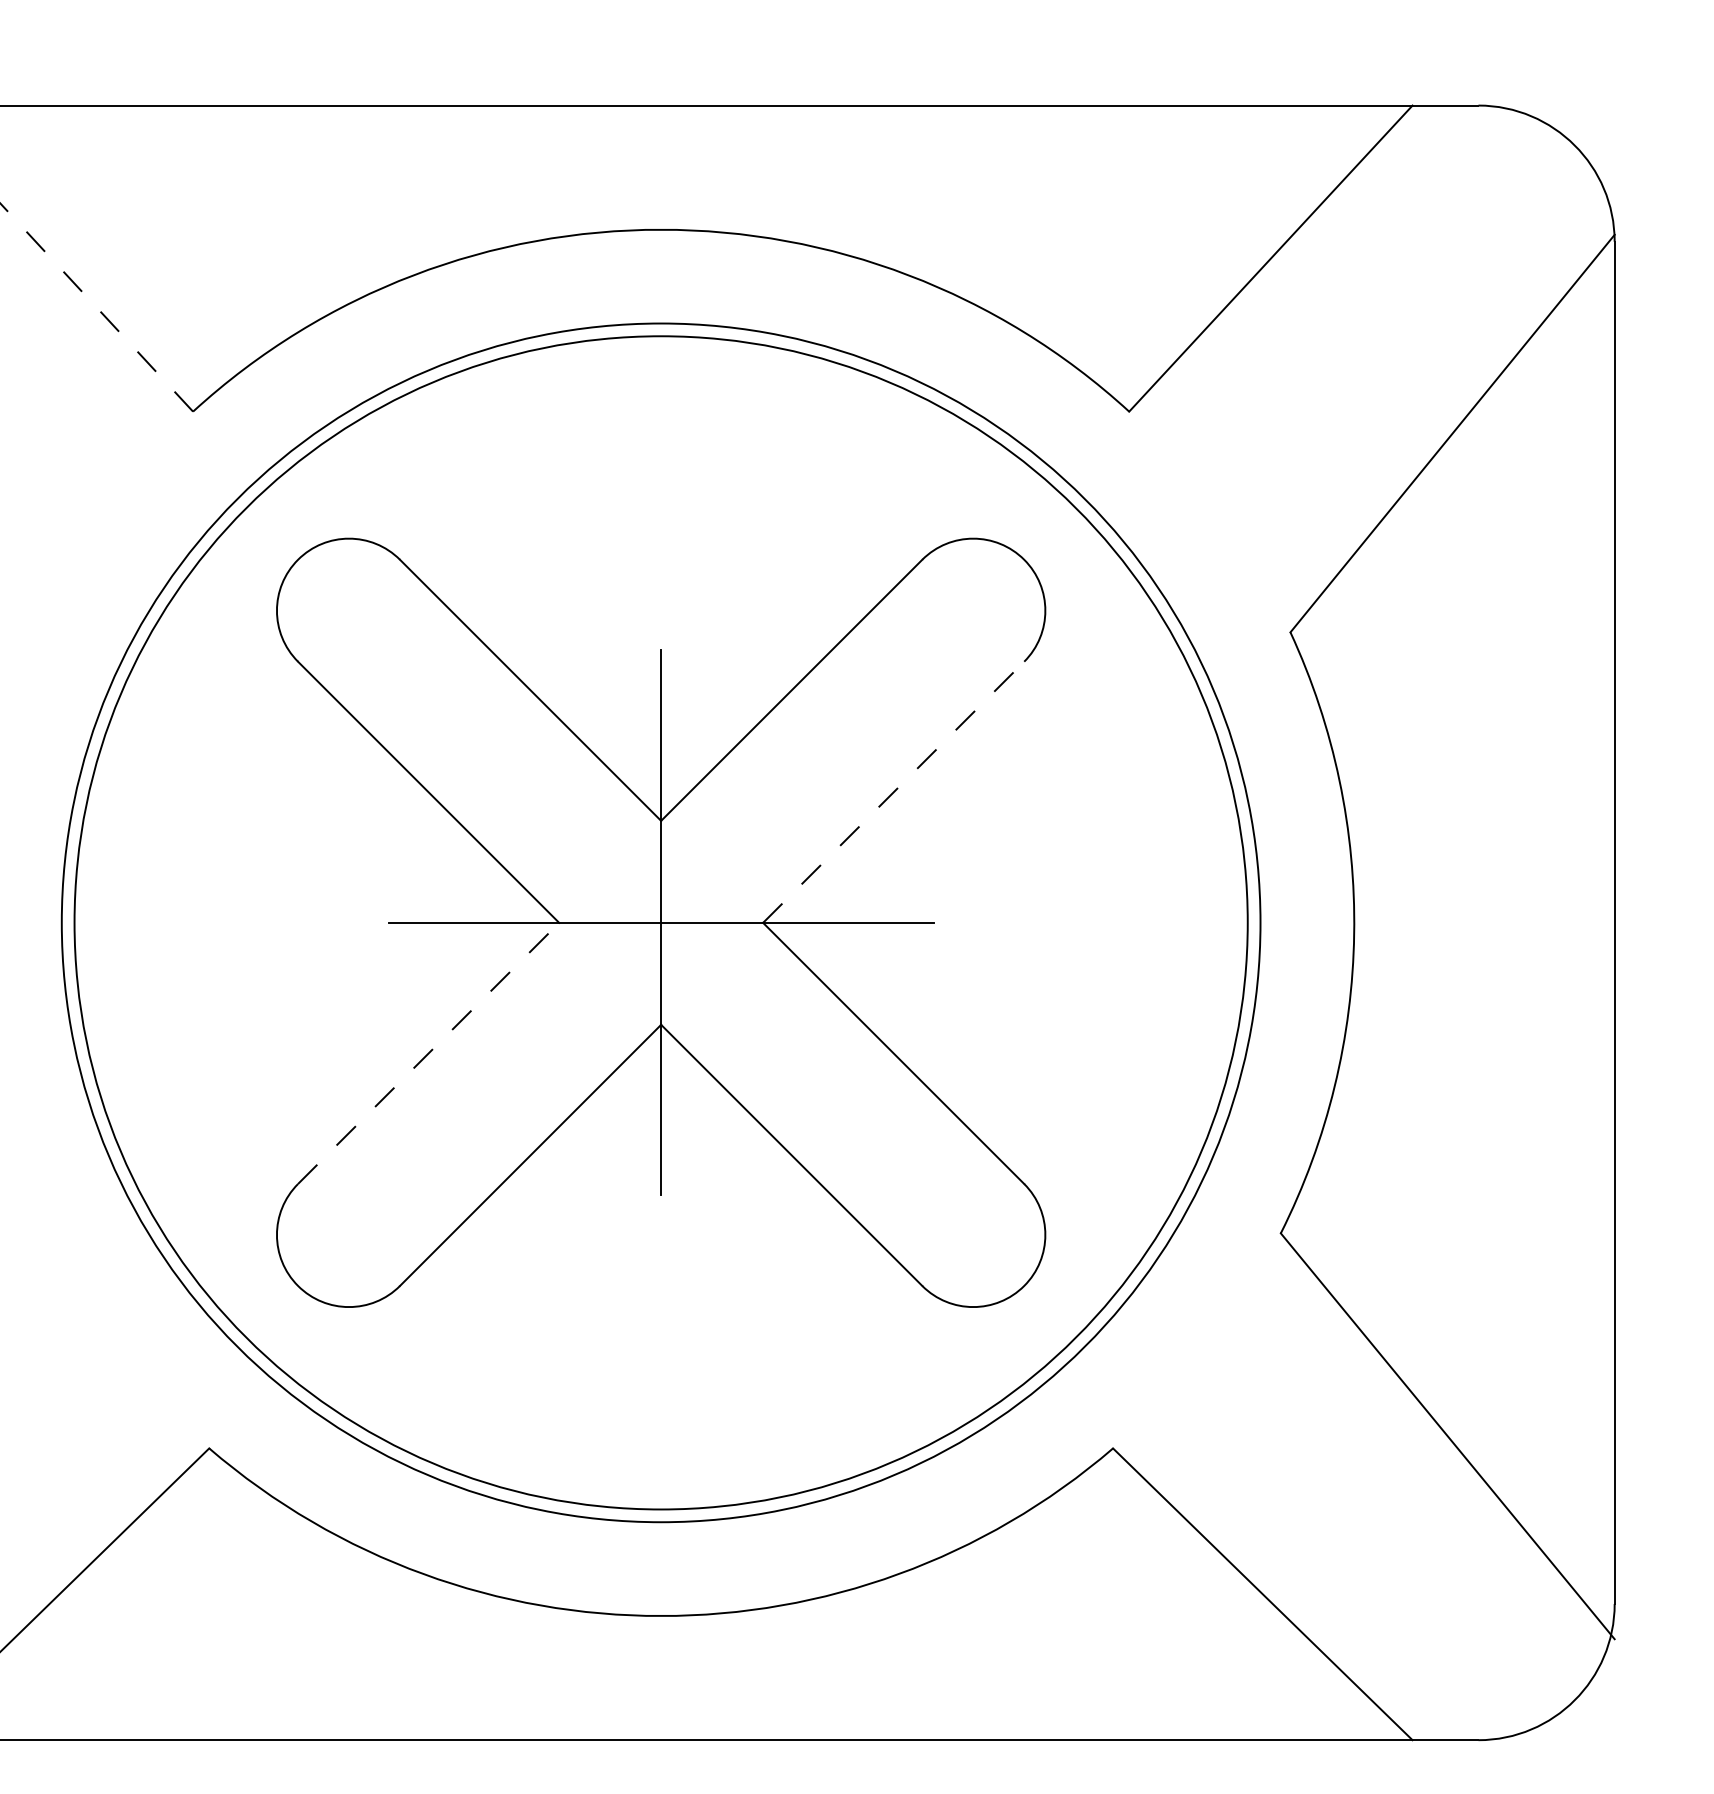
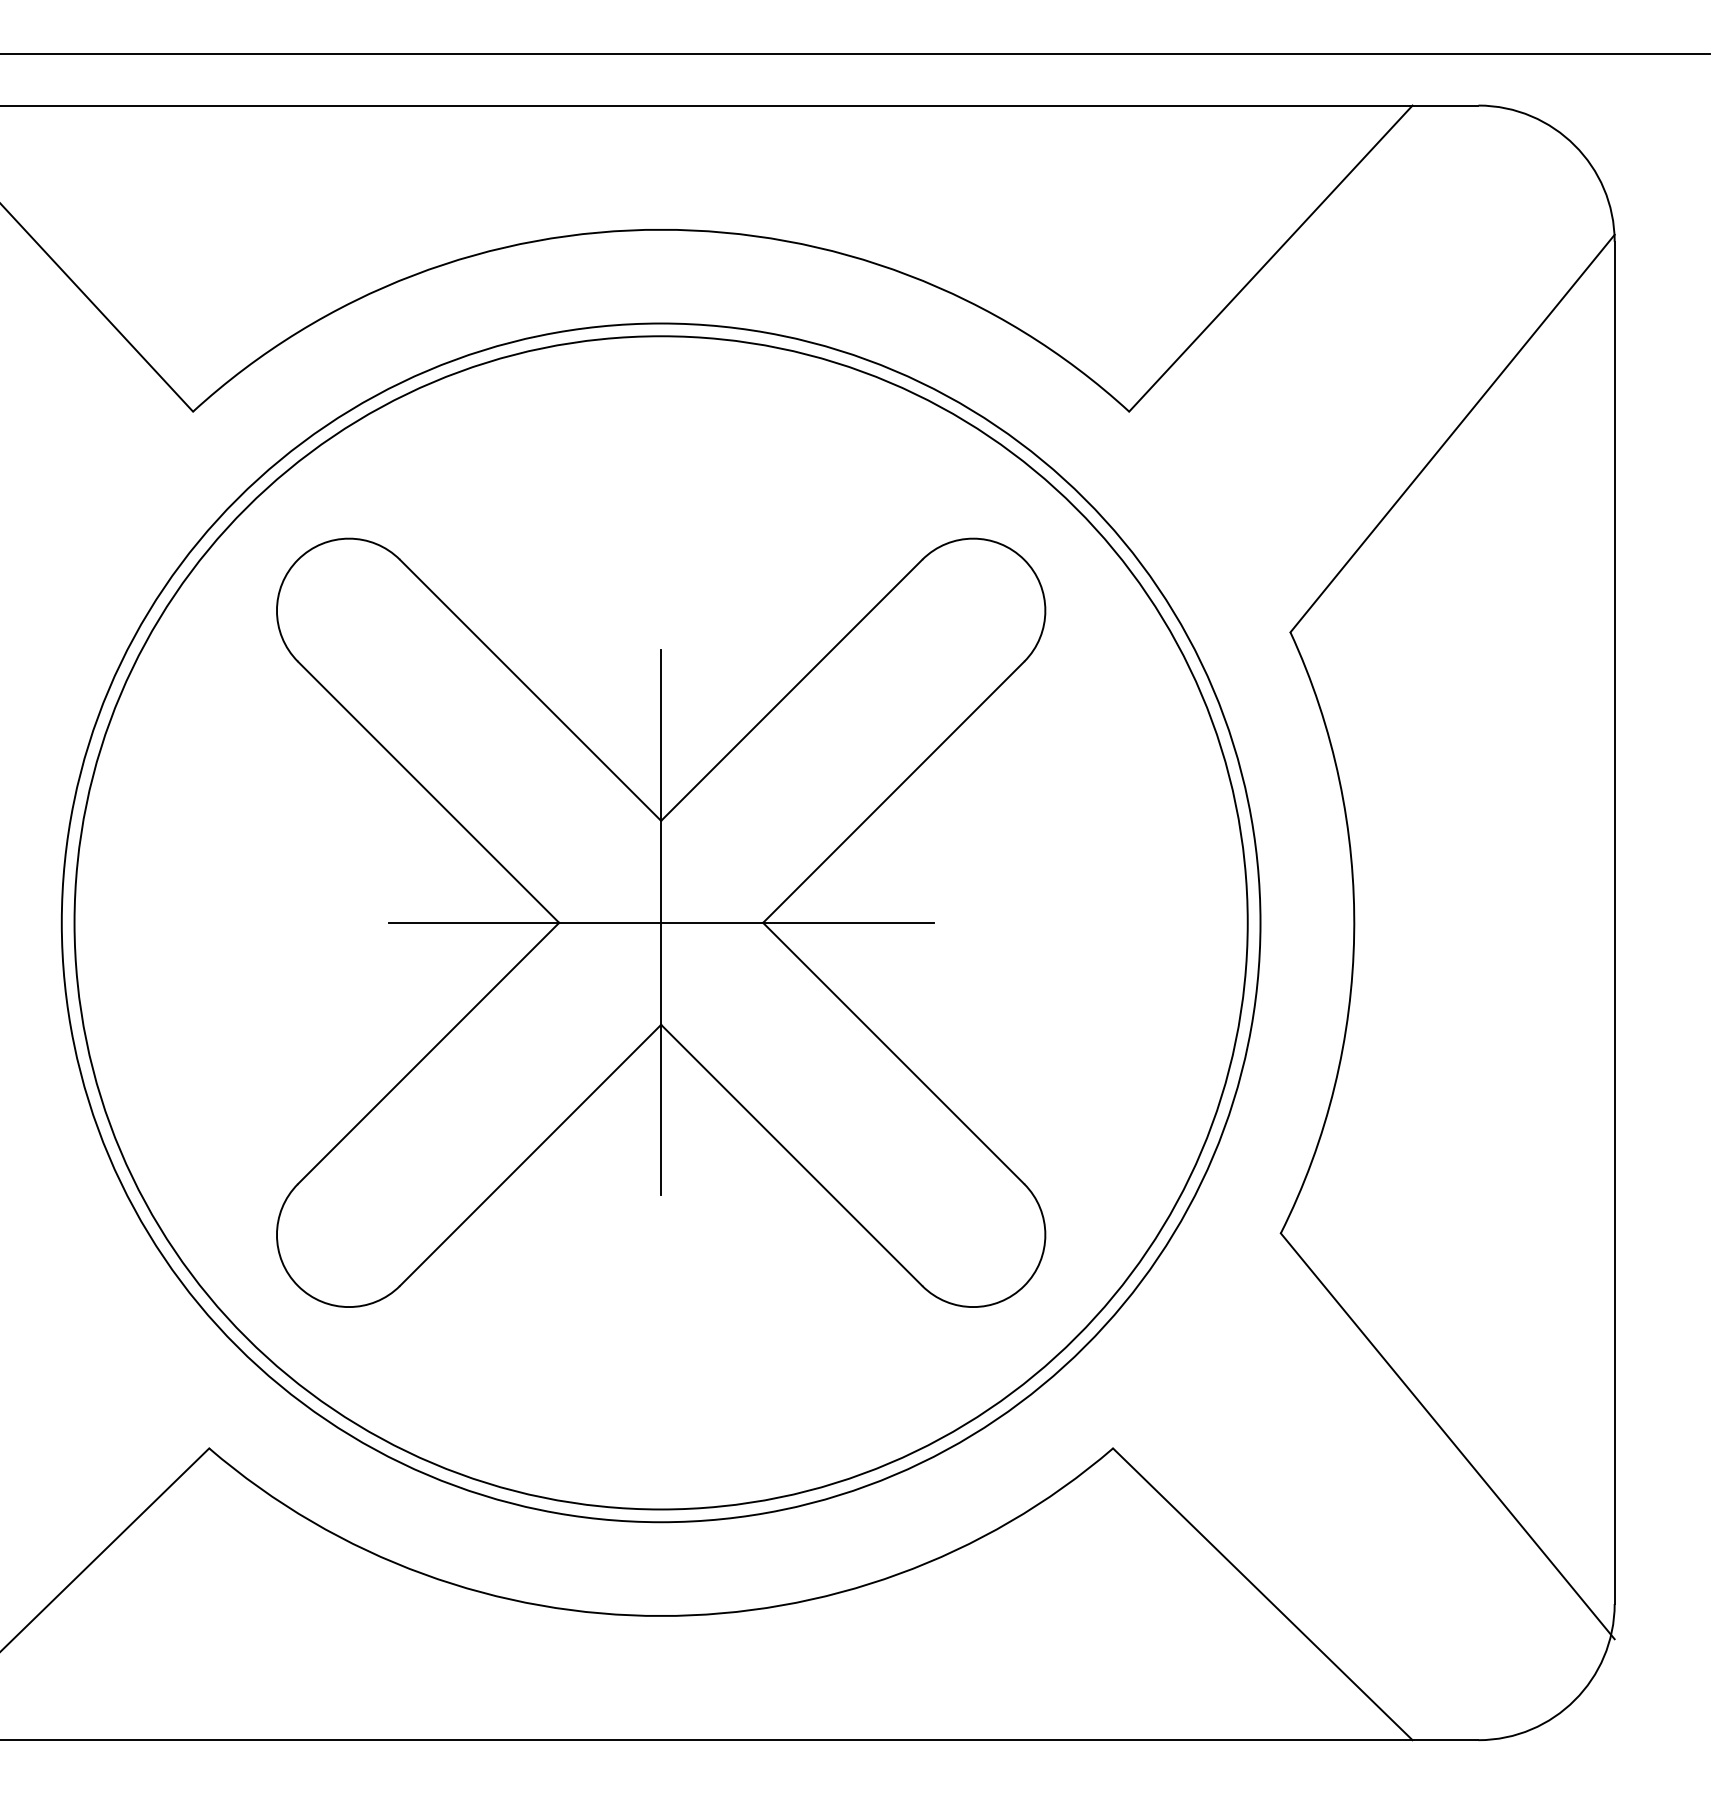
line at (856, 53): none -> present
line at (96, 307): dashed -> solid
line at (893, 792): dashed -> solid
line at (428, 1053): dashed -> solid
